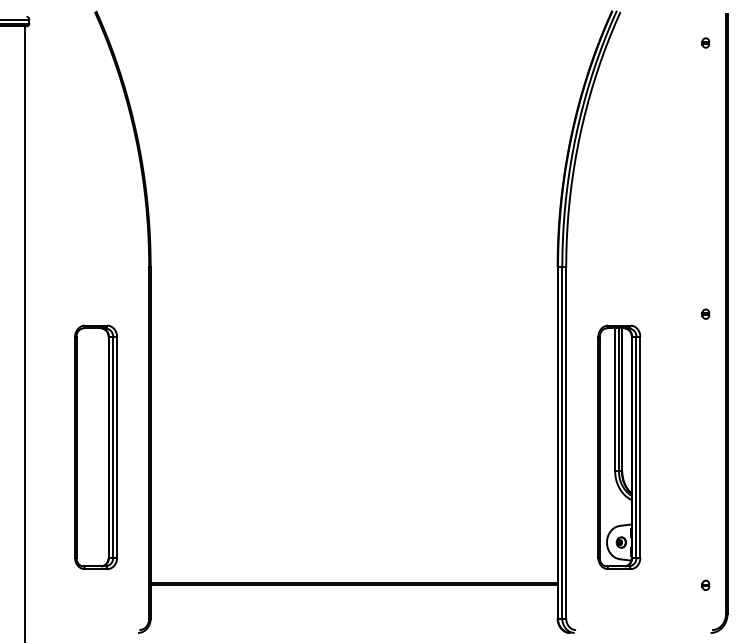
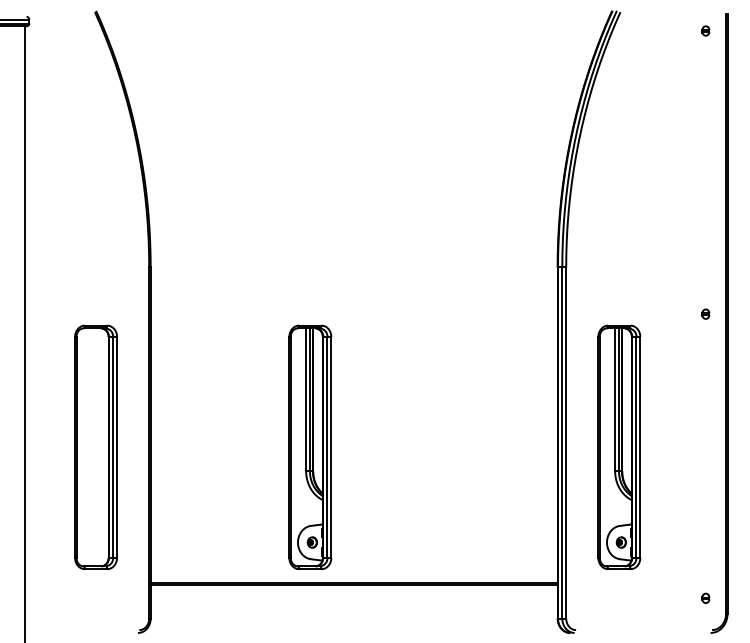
part at (705, 42) position: (705, 42) -> (705, 30)
part at (310, 446): none -> present
part at (705, 584) position: (705, 584) -> (705, 597)
